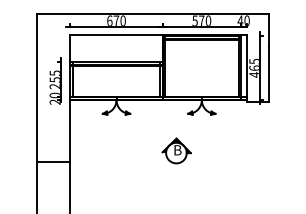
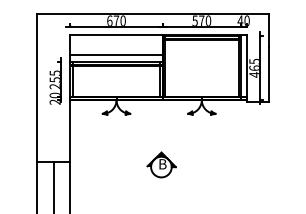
line at (116, 55): none -> present
part at (176, 150) position: (176, 150) -> (161, 164)
line at (53, 186): none -> present
